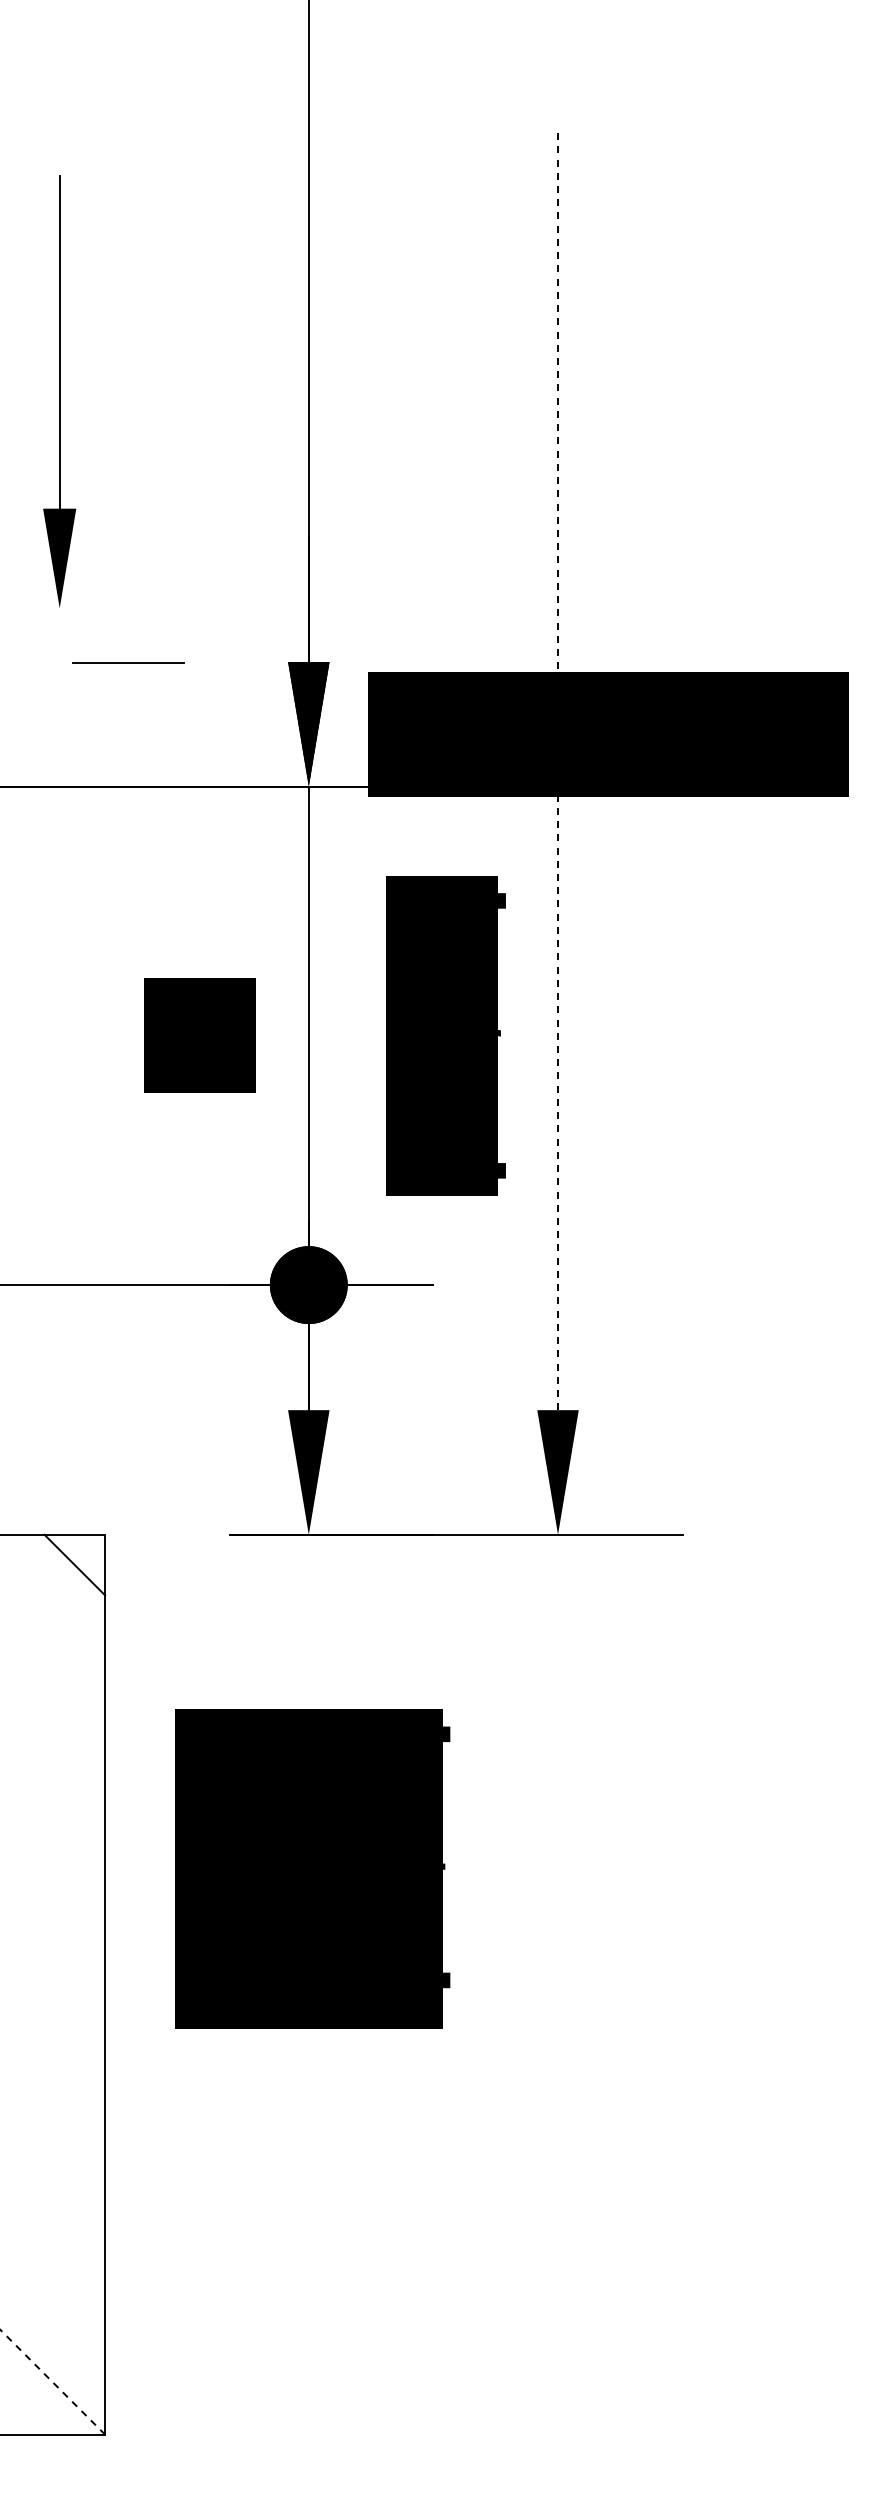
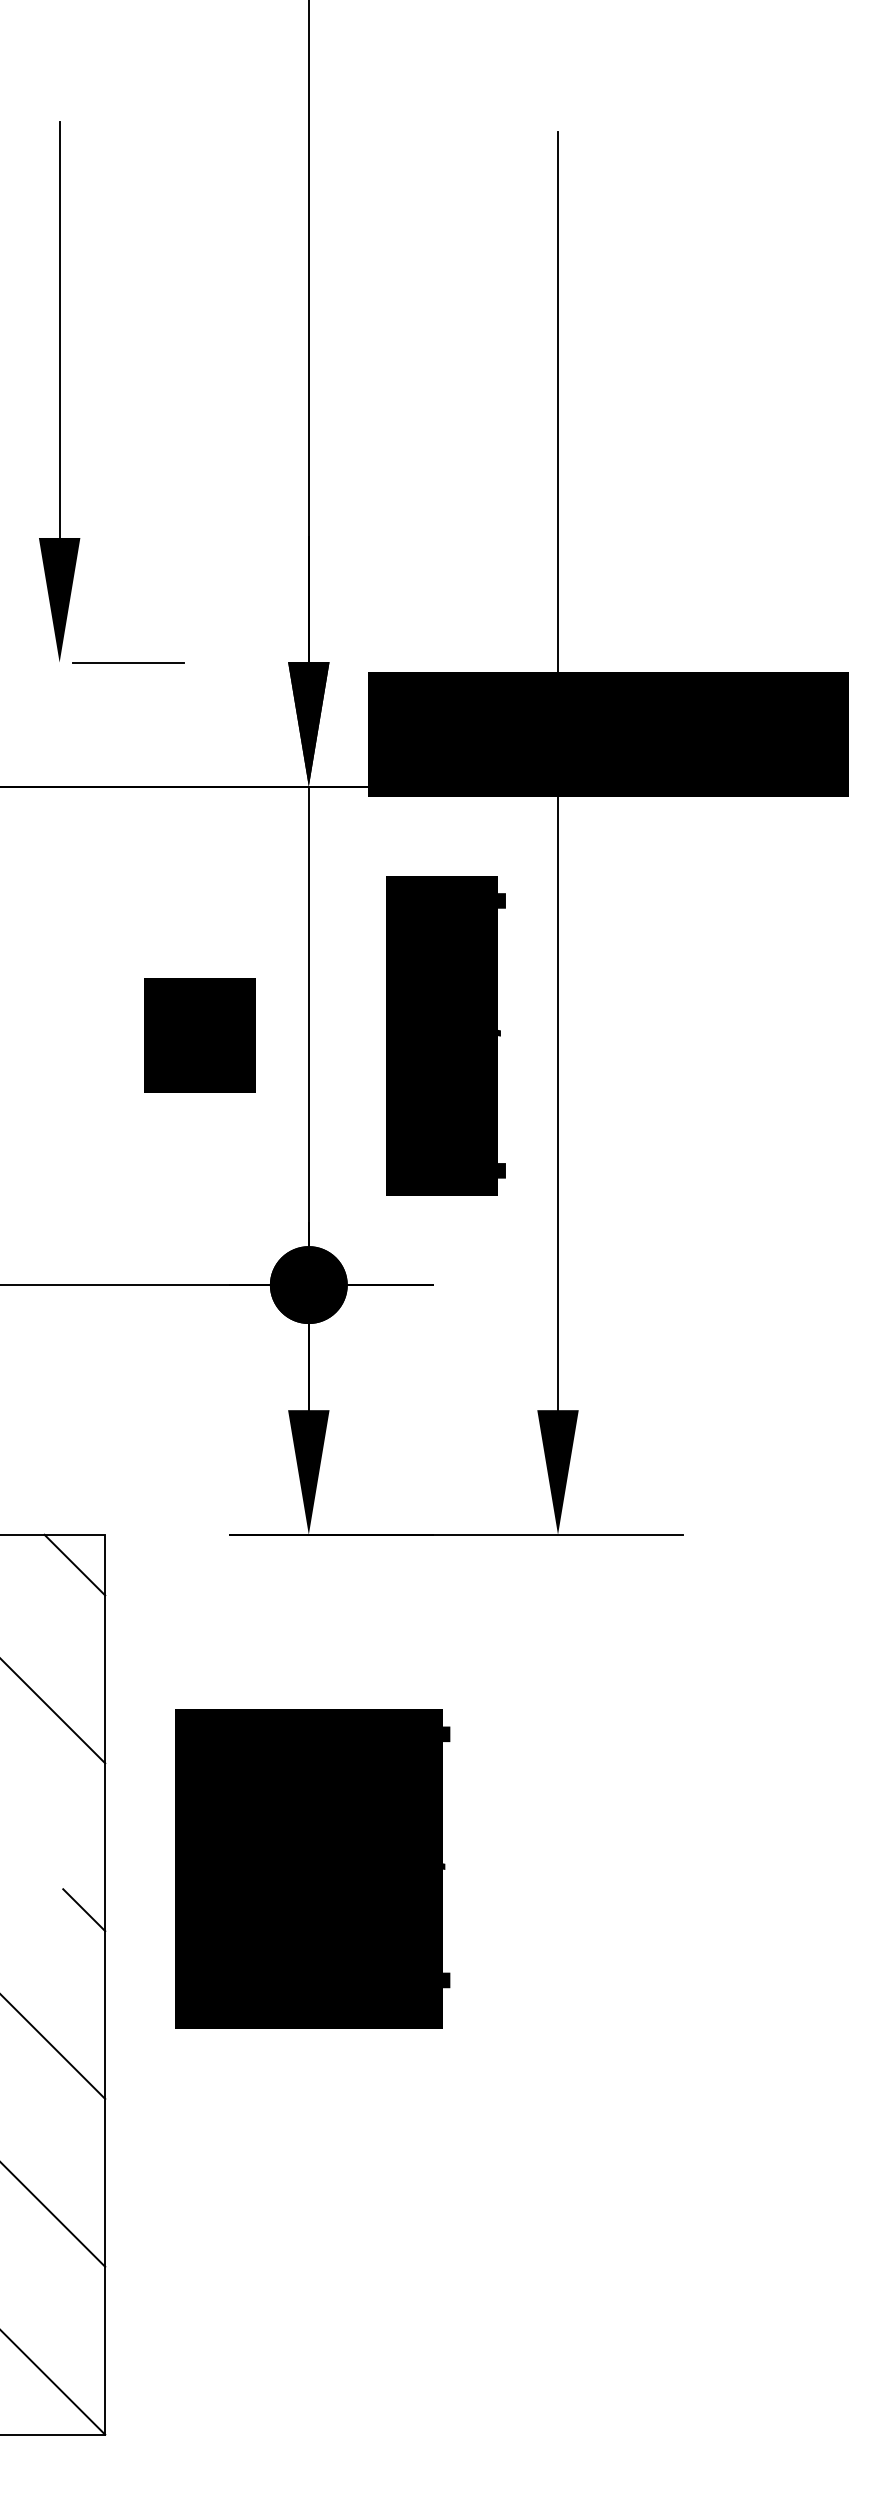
part at (59, 391) size: 34x433 px -> 42x541 px
line at (558, 771): dashed -> solid
line at (53, 1711): none -> present
line at (84, 1910): none -> present
line at (53, 2047): none -> present
line at (53, 2215): none -> present
line at (52, 2382): dashed -> solid
